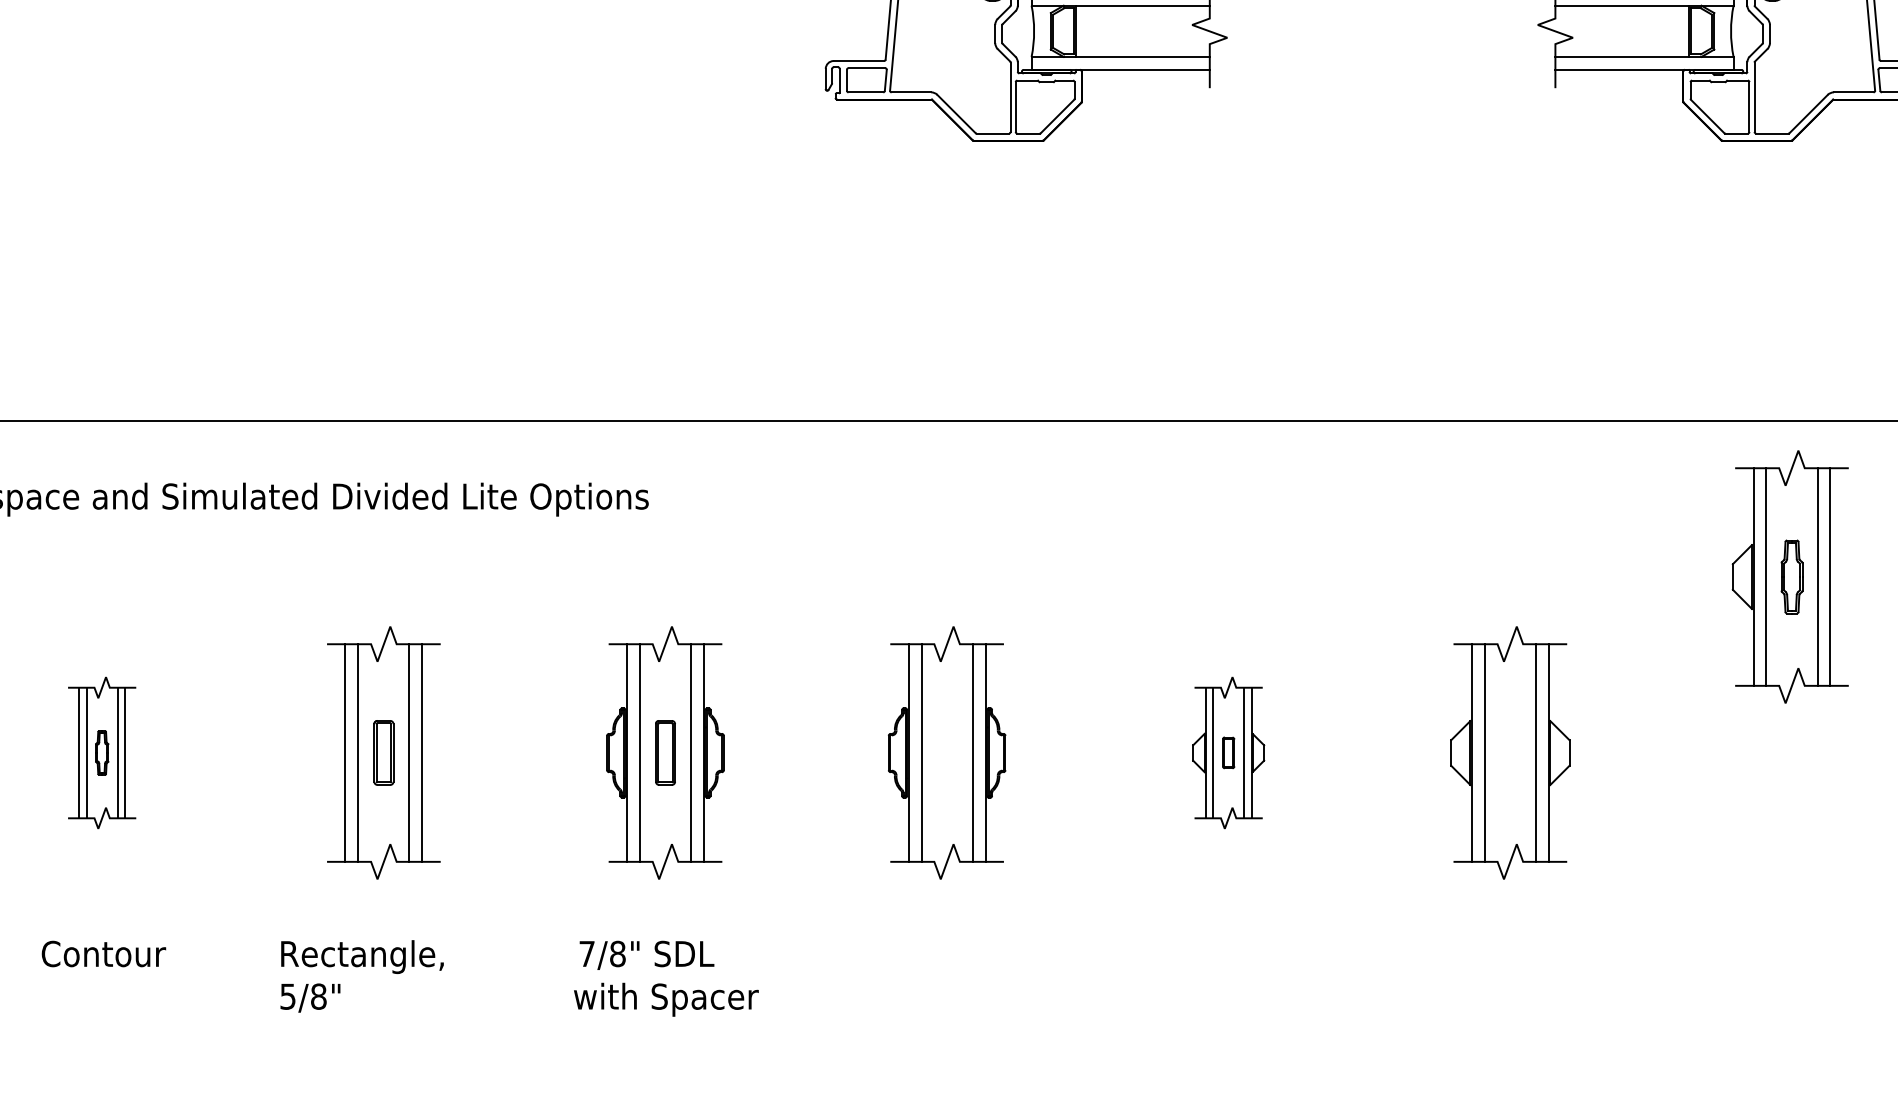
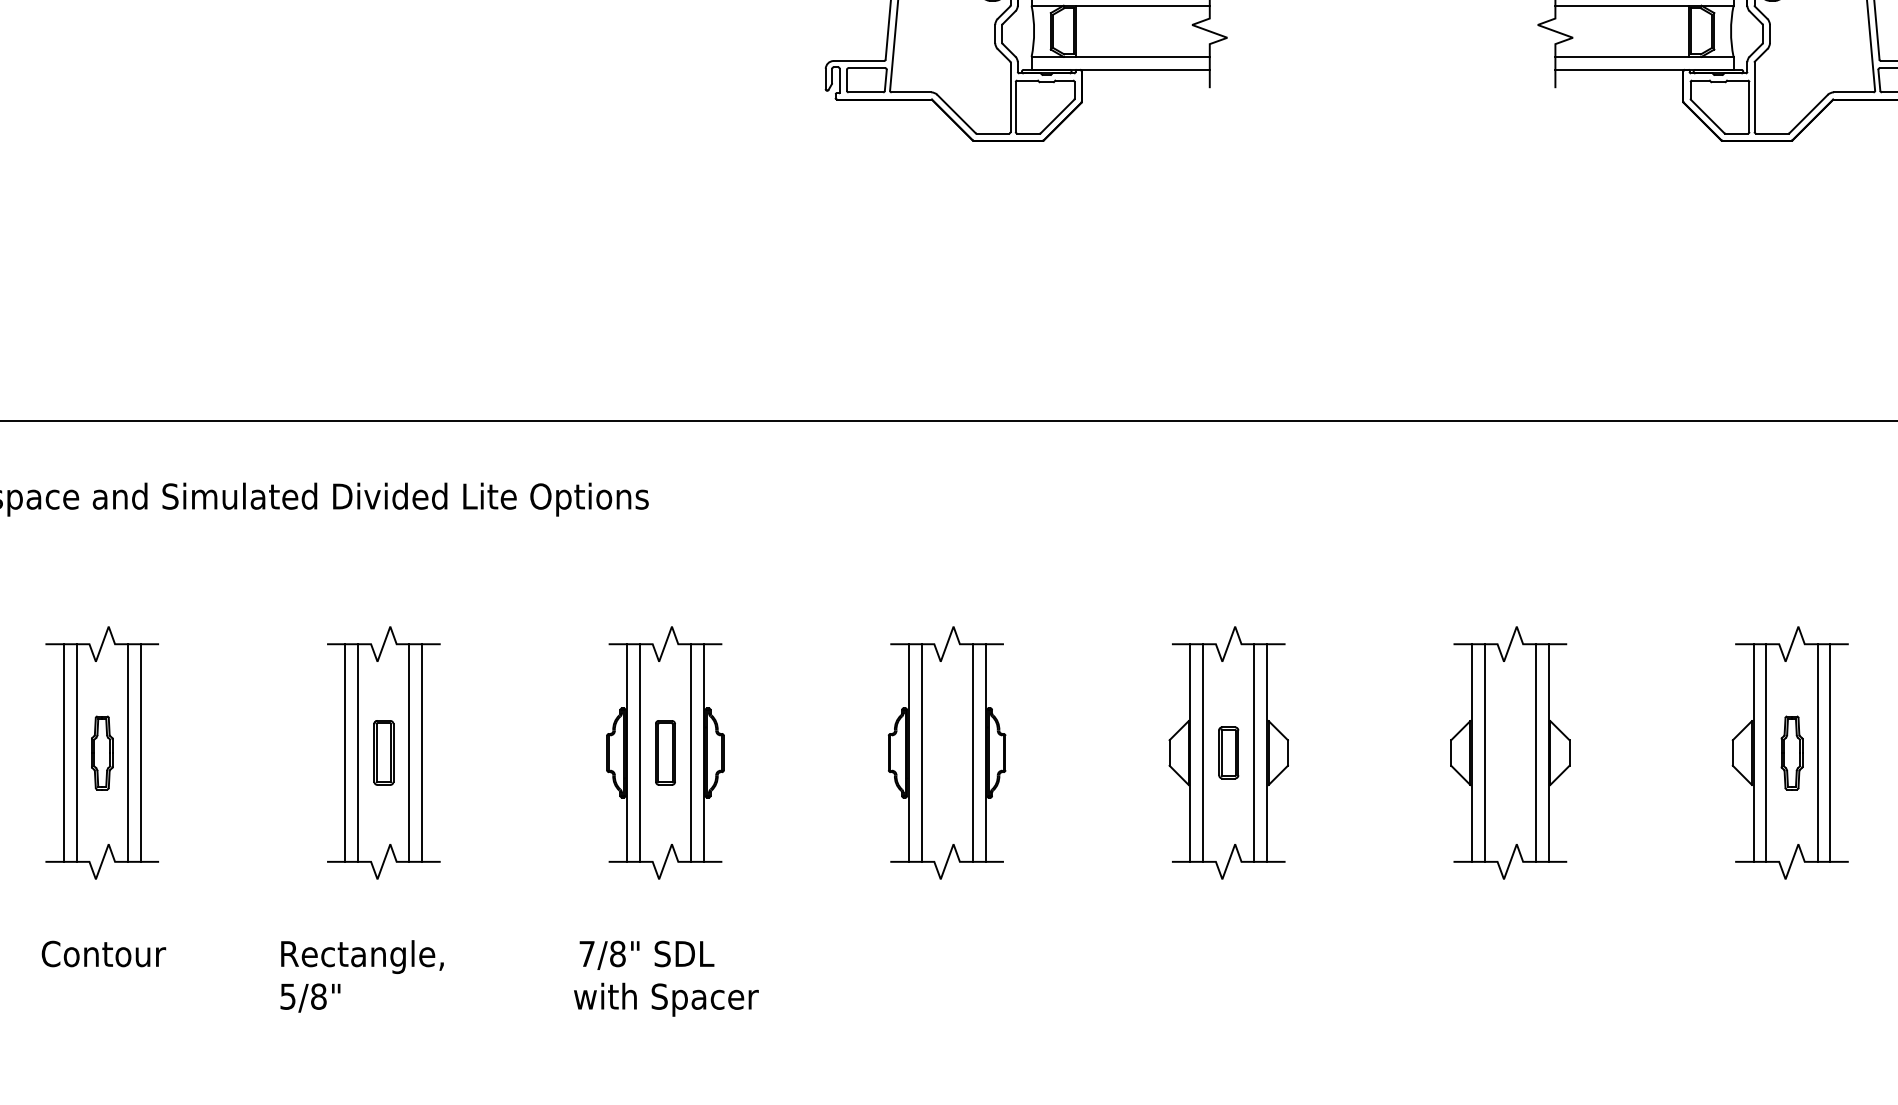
part at (1789, 576) position: (1789, 576) -> (1789, 752)
part at (102, 752) size: 69x154 px -> 114x254 px
part at (1228, 752) size: 74x154 px -> 121x254 px
